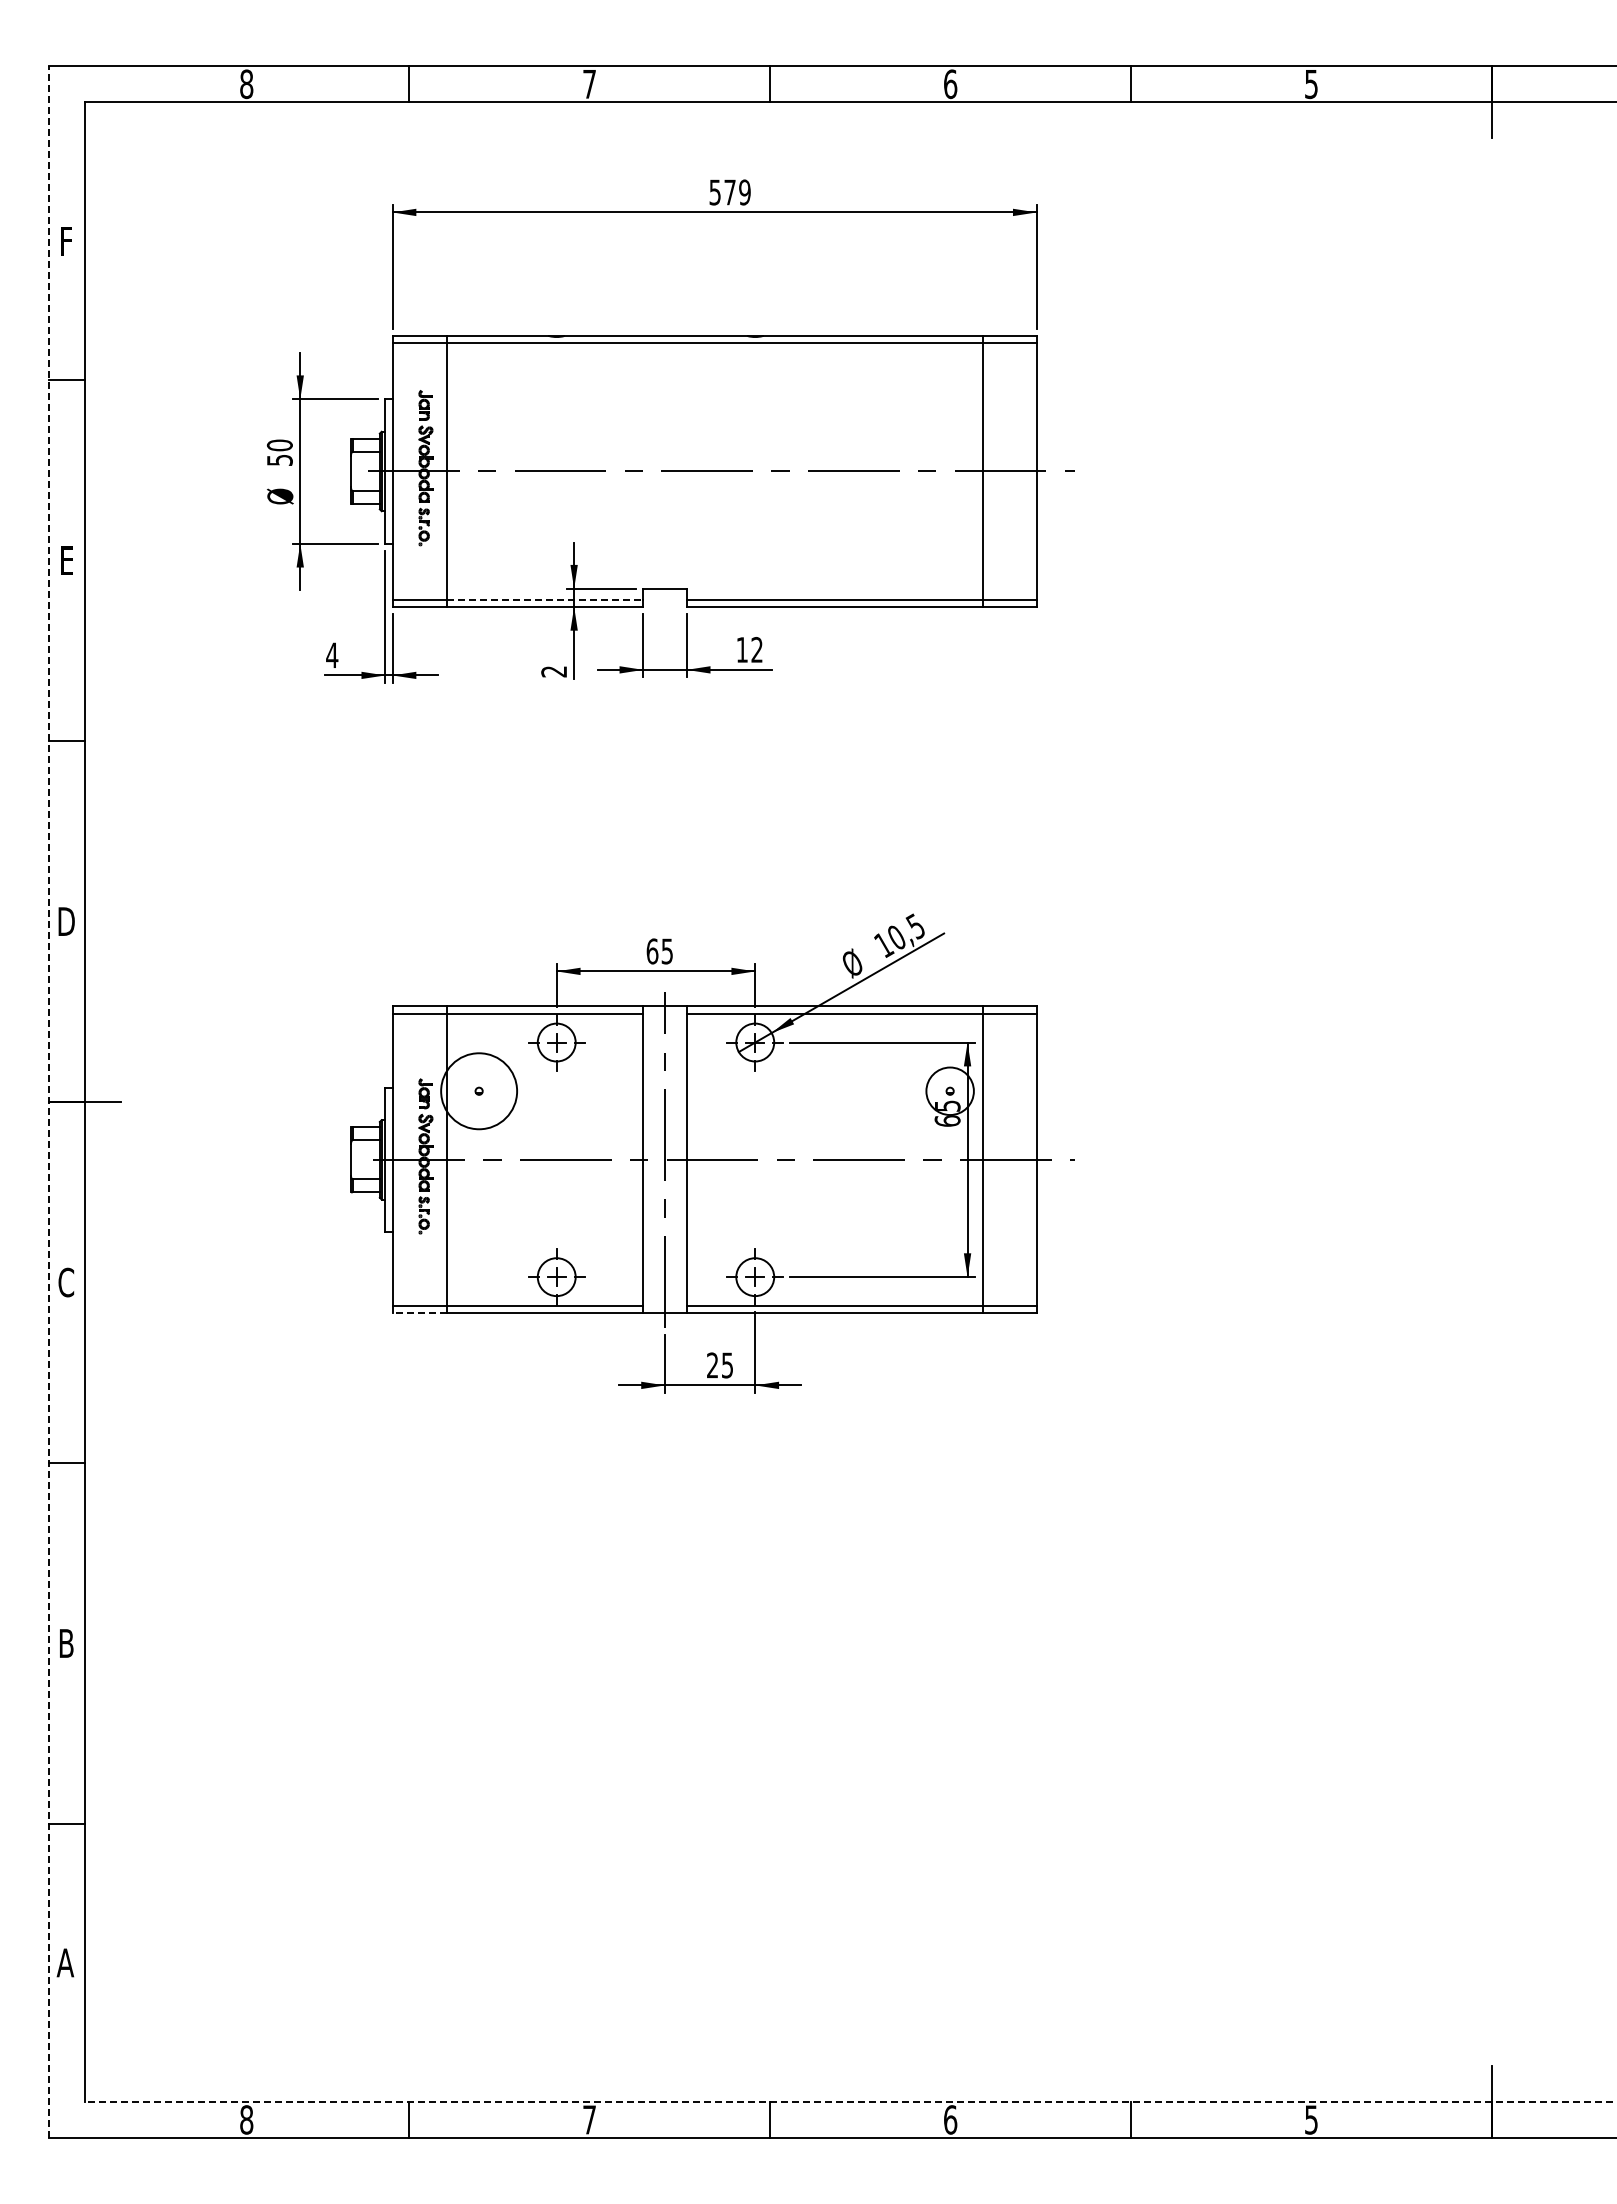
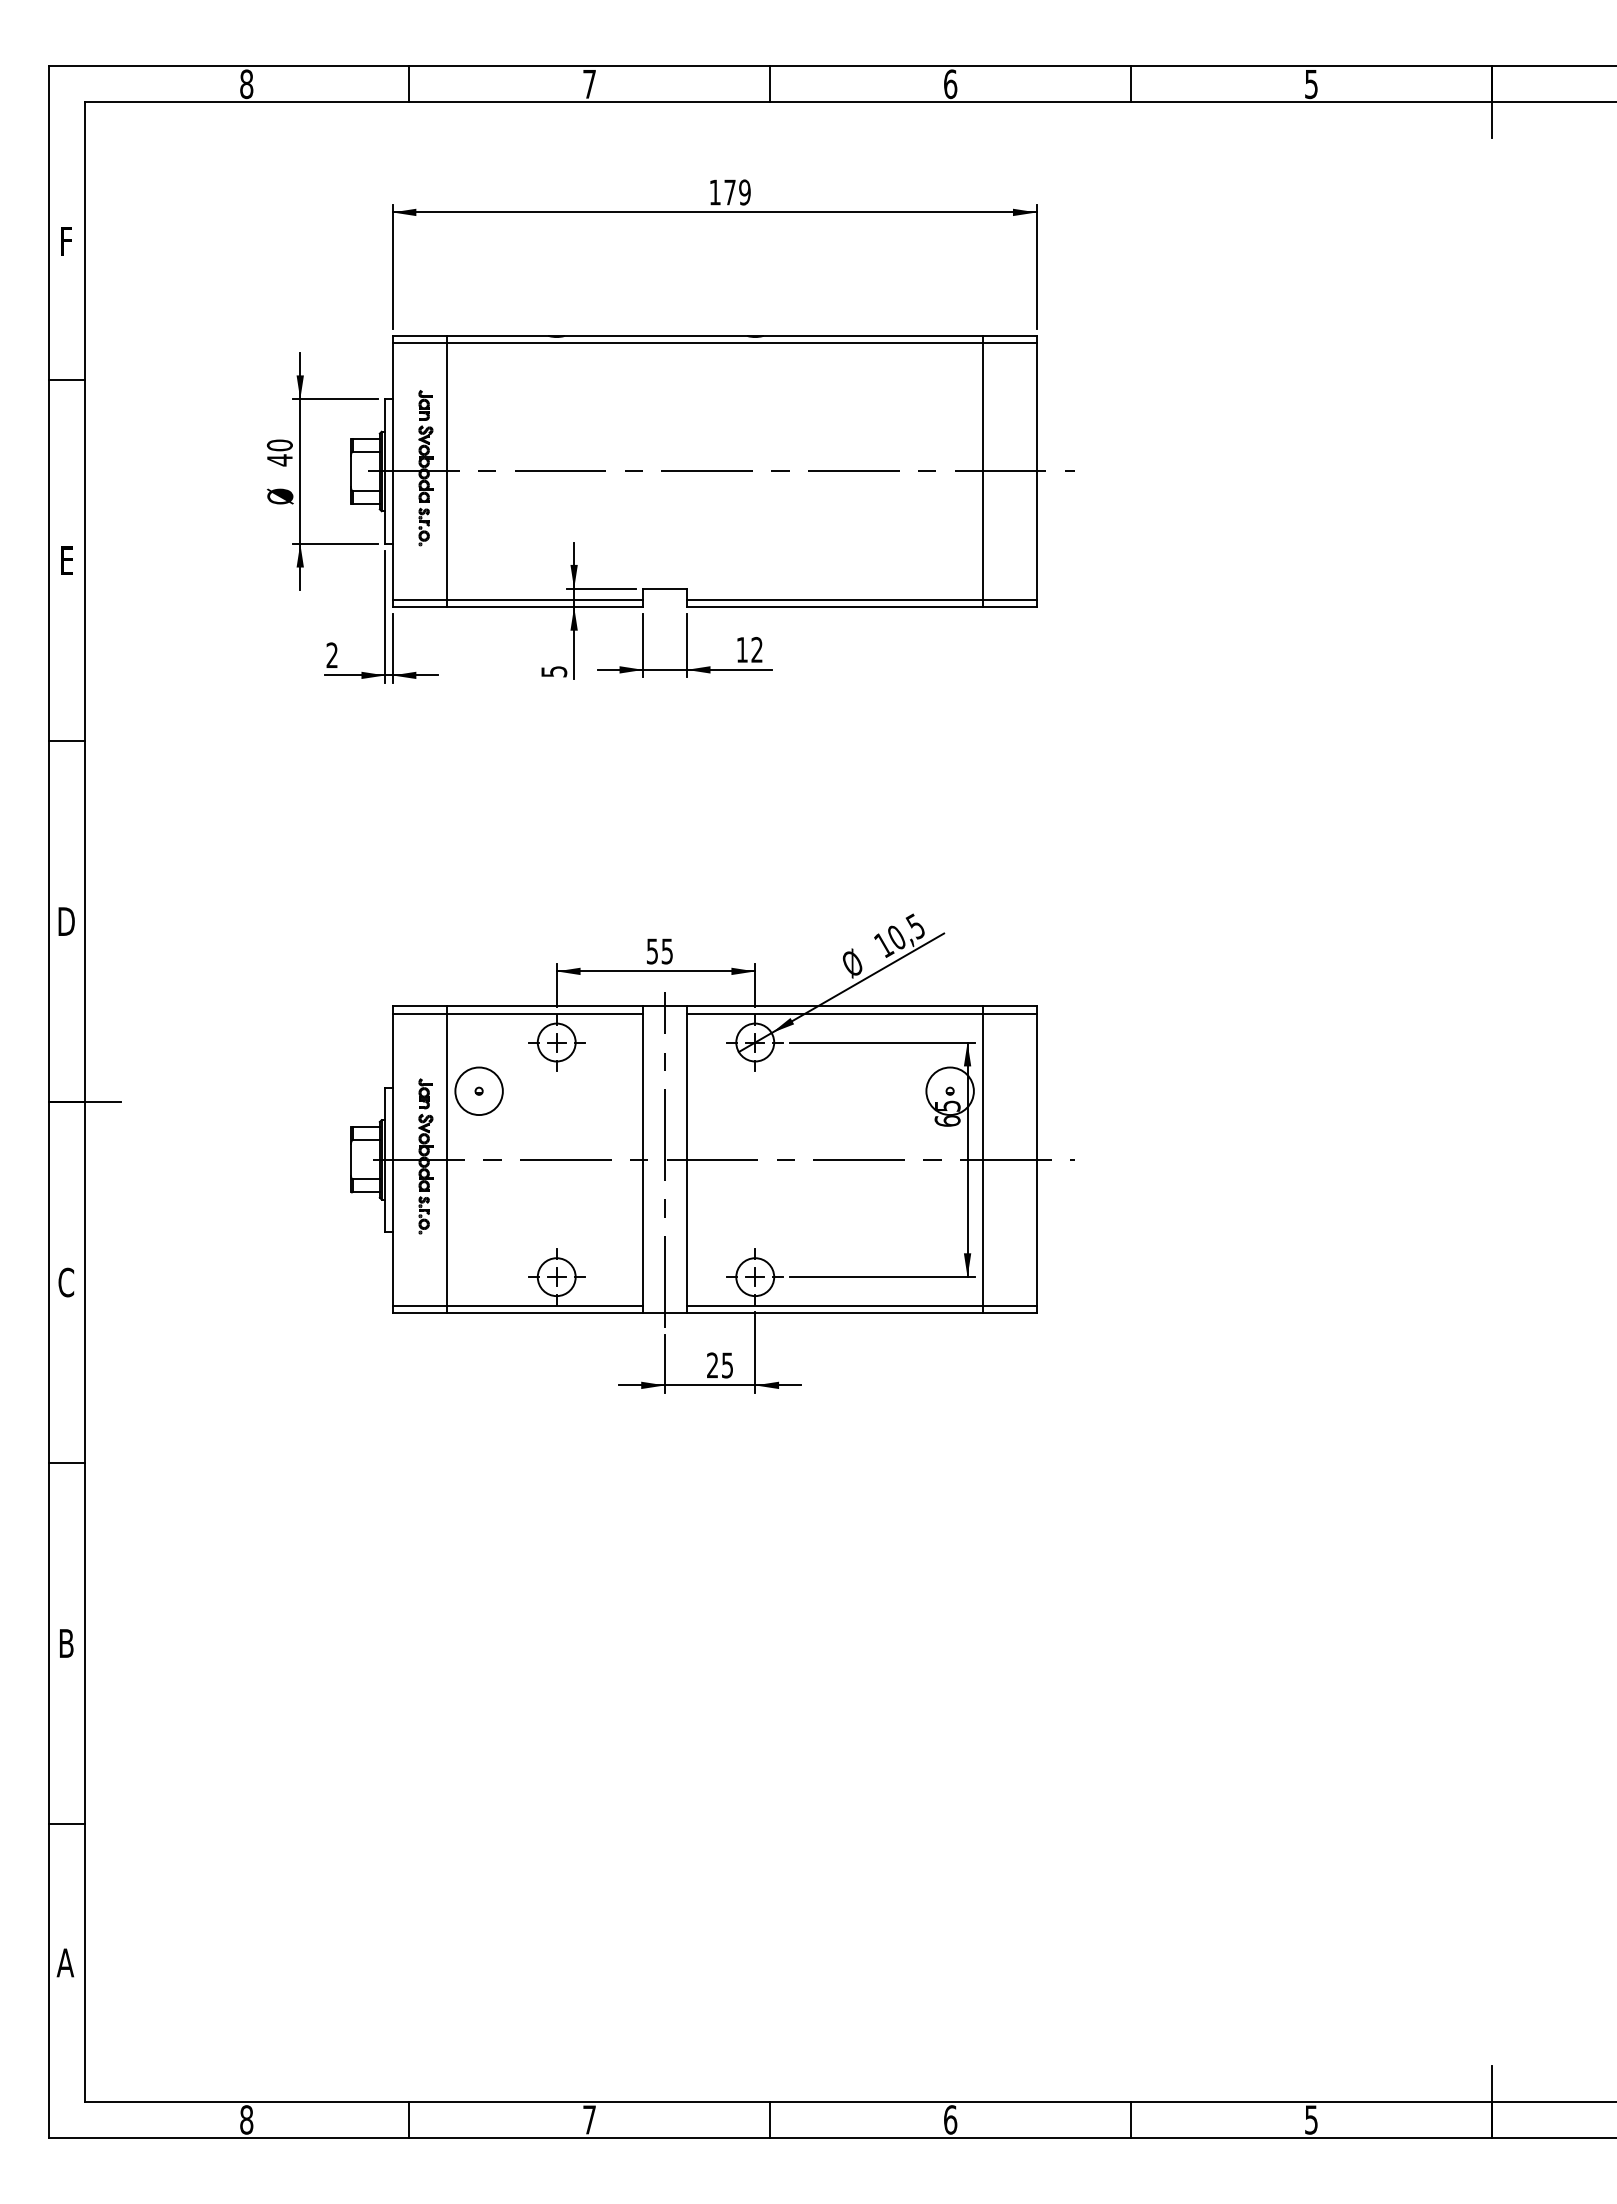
text at (714, 192): 579 -> 179
text at (279, 460): 50 -> 40
line at (545, 599): dashed -> solid
text at (332, 654): 4 -> 2
text at (554, 671): 2 -> 5
text at (652, 951): 65 -> 55
circle at (479, 1091) diameter: 76 px -> 47 px
line at (48, 1102): dashed -> solid
line at (419, 1313): dashed -> solid
line at (850, 2101): dashed -> solid
